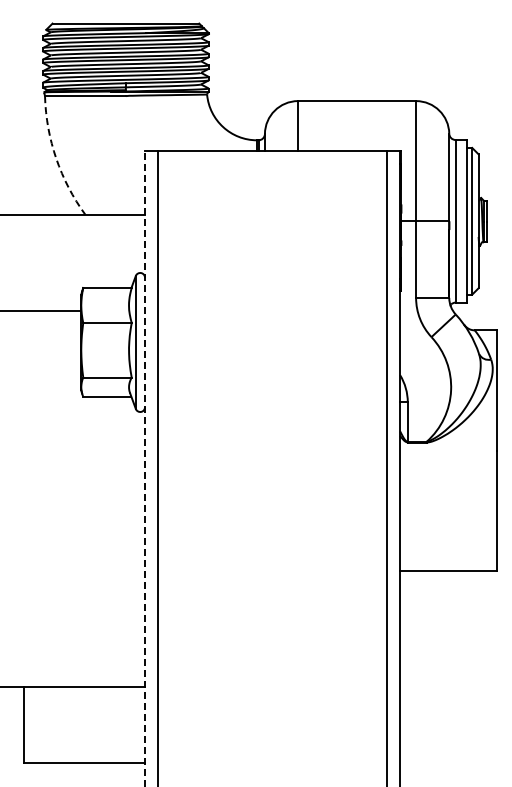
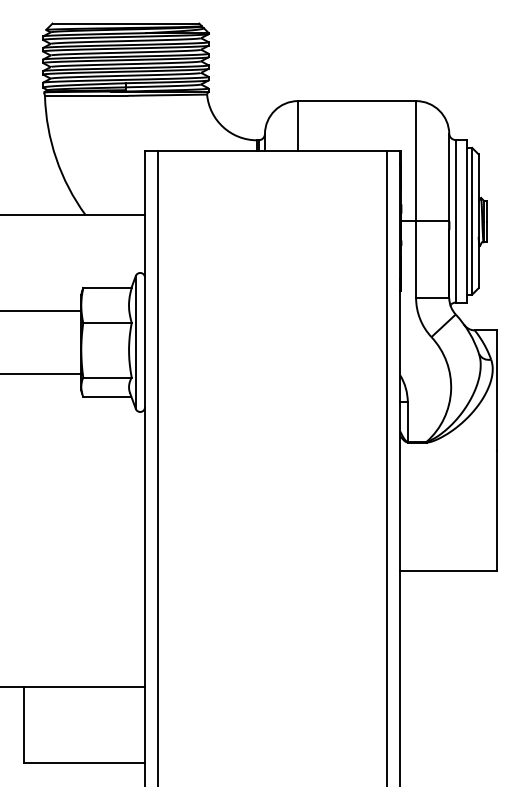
arc at (56, 158): dashed -> solid
line at (41, 374): none -> present
line at (145, 468): dashed -> solid
